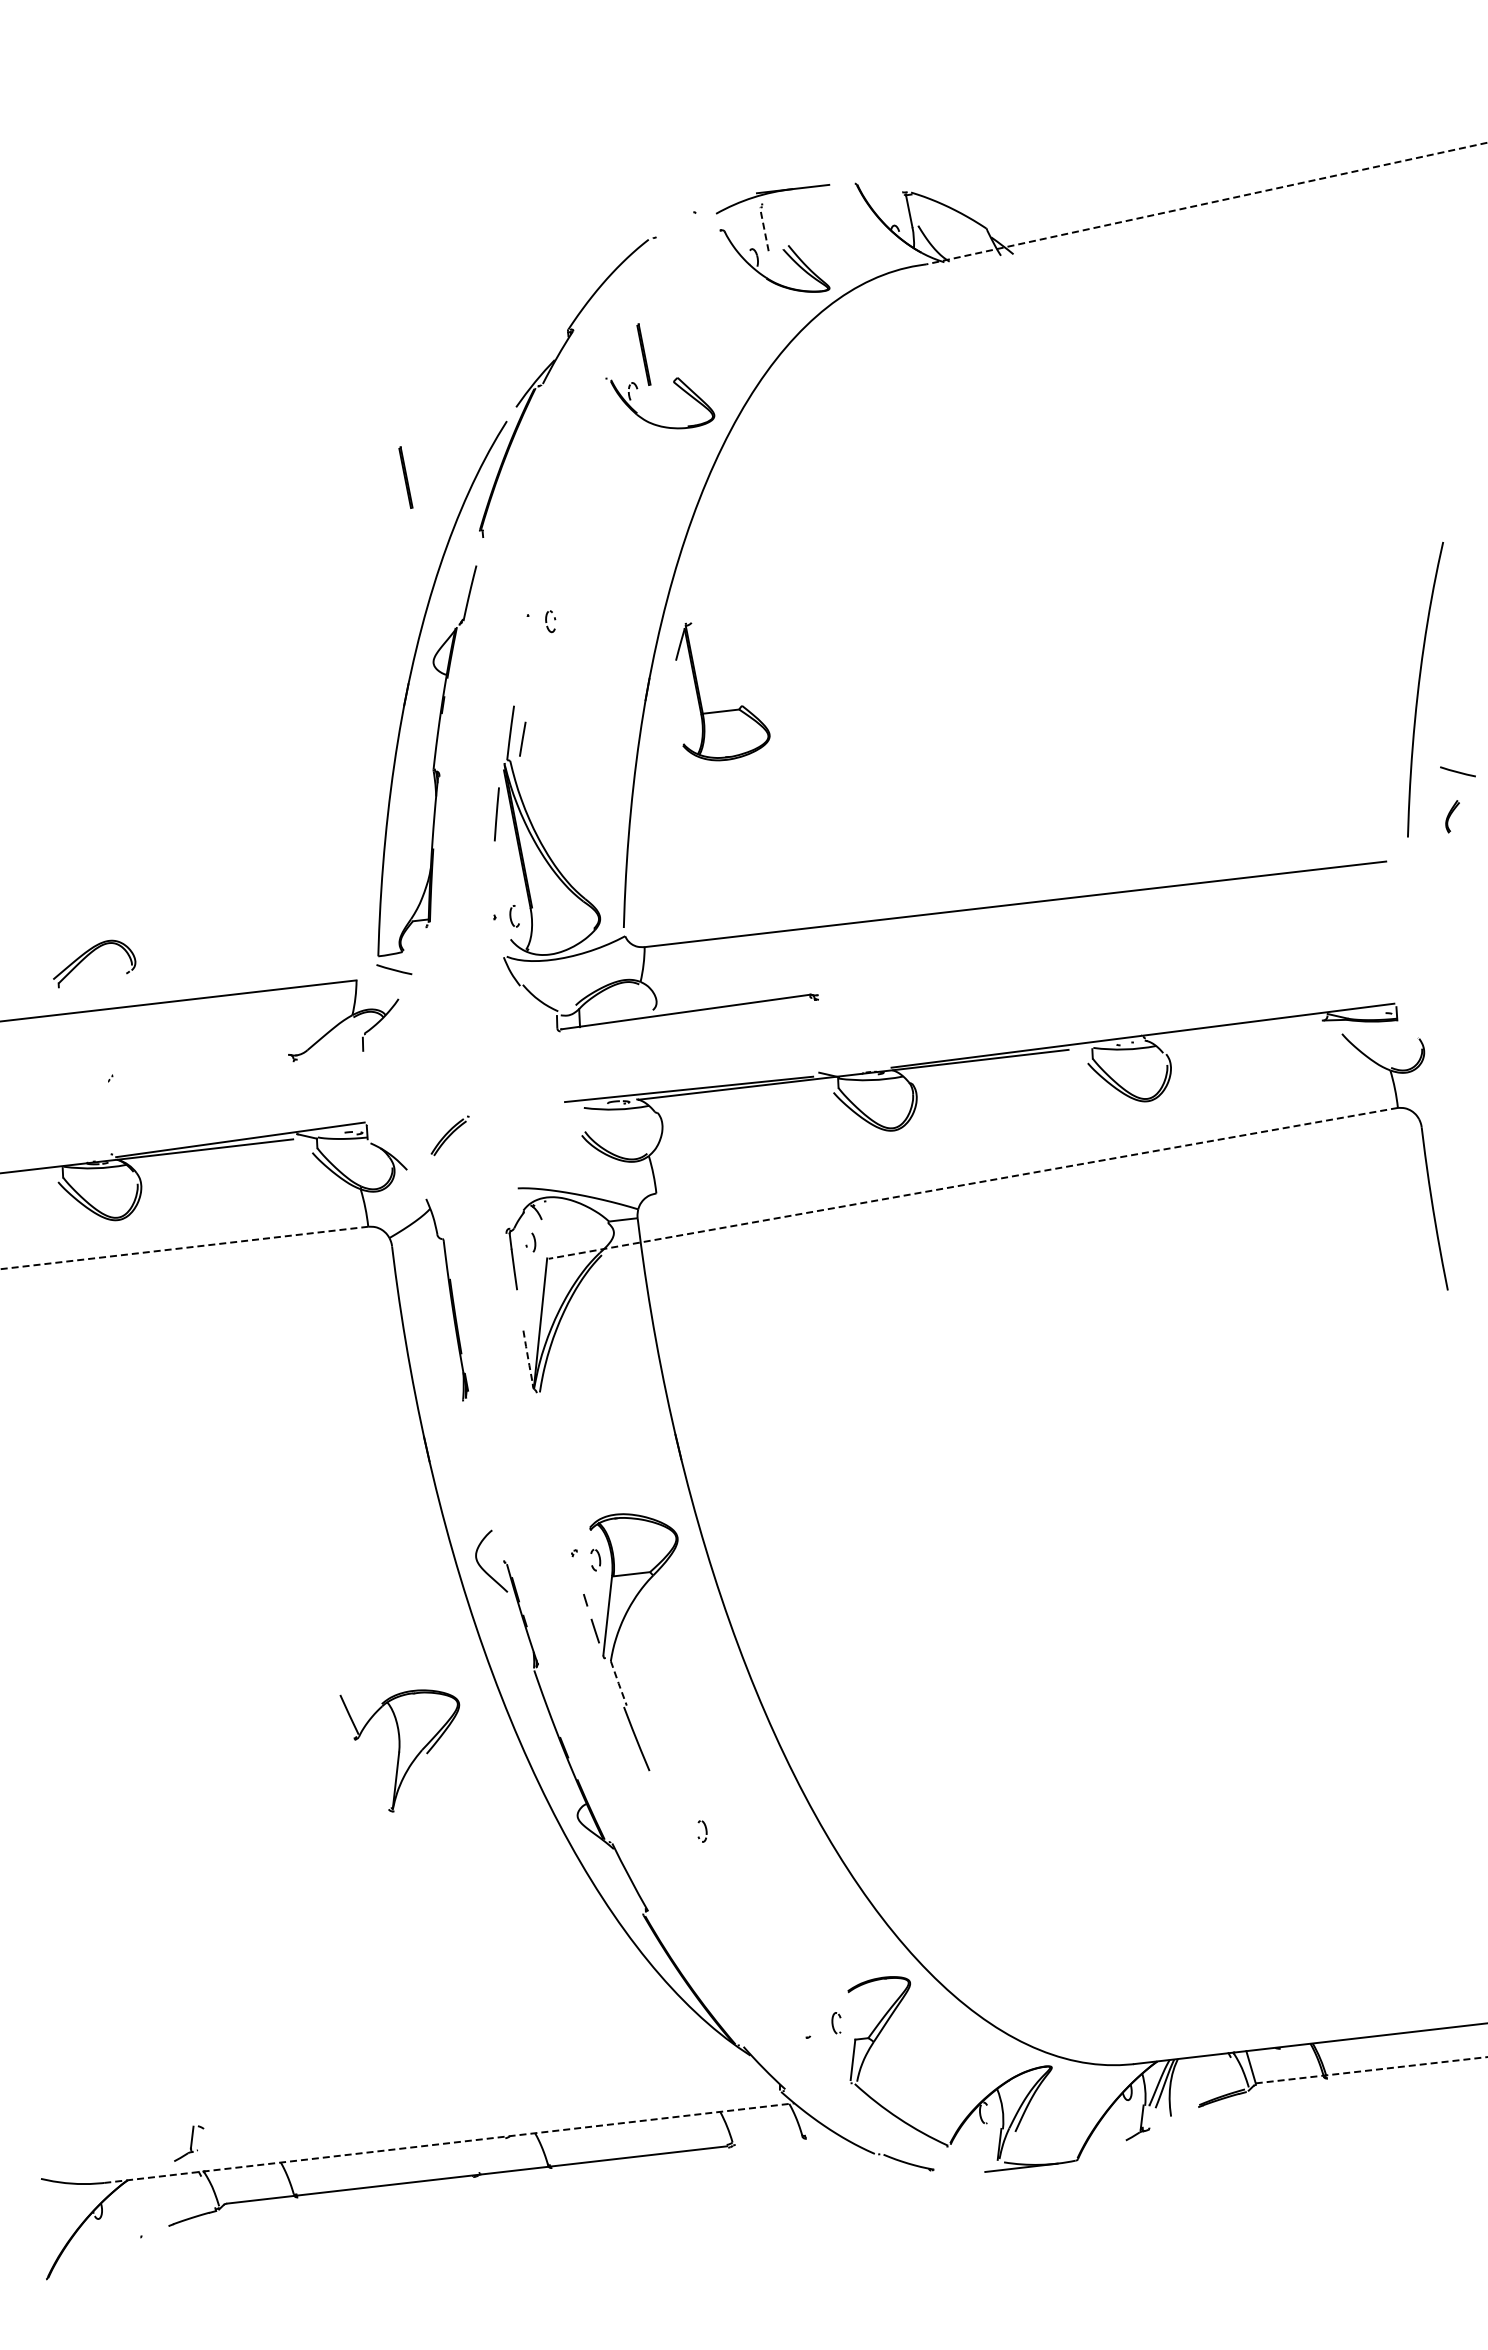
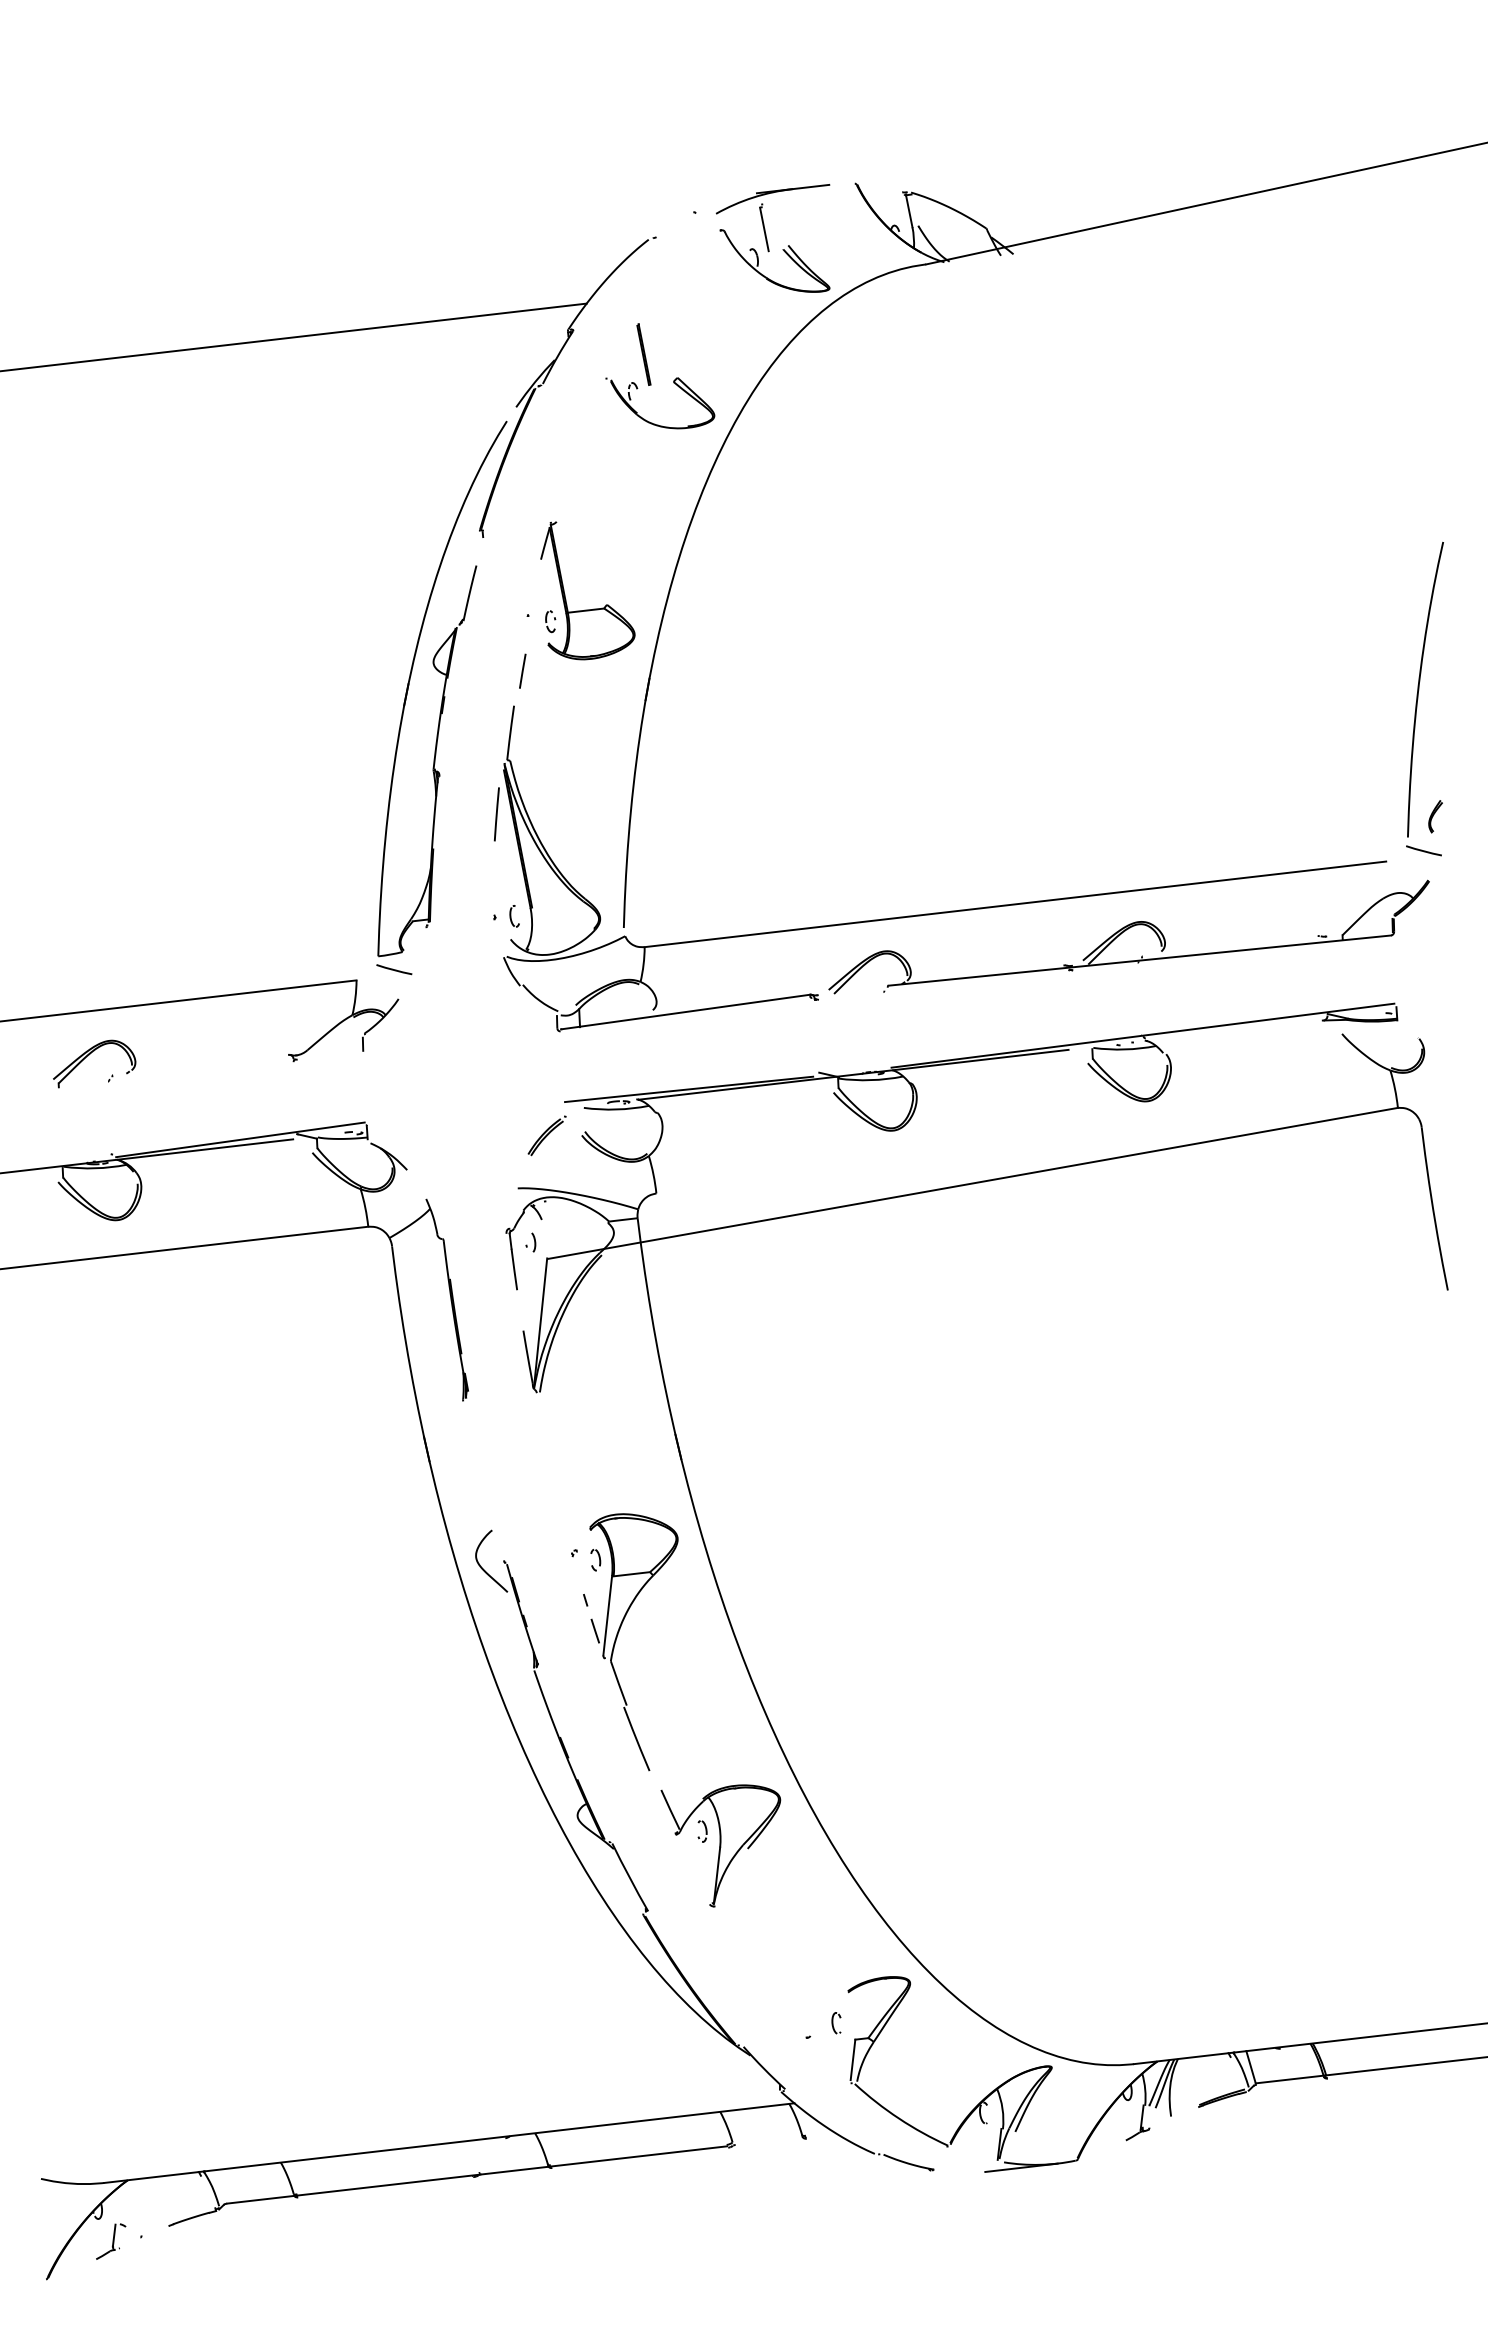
line at (1206, 203): dashed -> solid
line at (764, 228): dashed -> solid
line at (294, 336): none -> present
line at (405, 477): present -> none
part at (728, 709) position: (728, 709) -> (593, 608)
line at (522, 738) position: (522, 738) -> (522, 670)
line at (1457, 771) position: (1457, 771) -> (1423, 850)
part at (1452, 816) position: (1452, 816) -> (1435, 816)
part at (1128, 936): none -> present
part at (89, 955) position: (89, 955) -> (89, 1055)
part at (449, 1135) position: (449, 1135) -> (546, 1135)
line at (972, 1183): dashed -> solid
line at (183, 1248): dashed -> solid
line at (527, 1357): dashed -> solid
line at (618, 1683): dashed -> solid
part at (399, 1750) position: (399, 1750) -> (720, 1845)
line at (1371, 2070): dashed -> solid
part at (189, 2143) position: (189, 2143) -> (111, 2241)
line at (449, 2143): dashed -> solid
